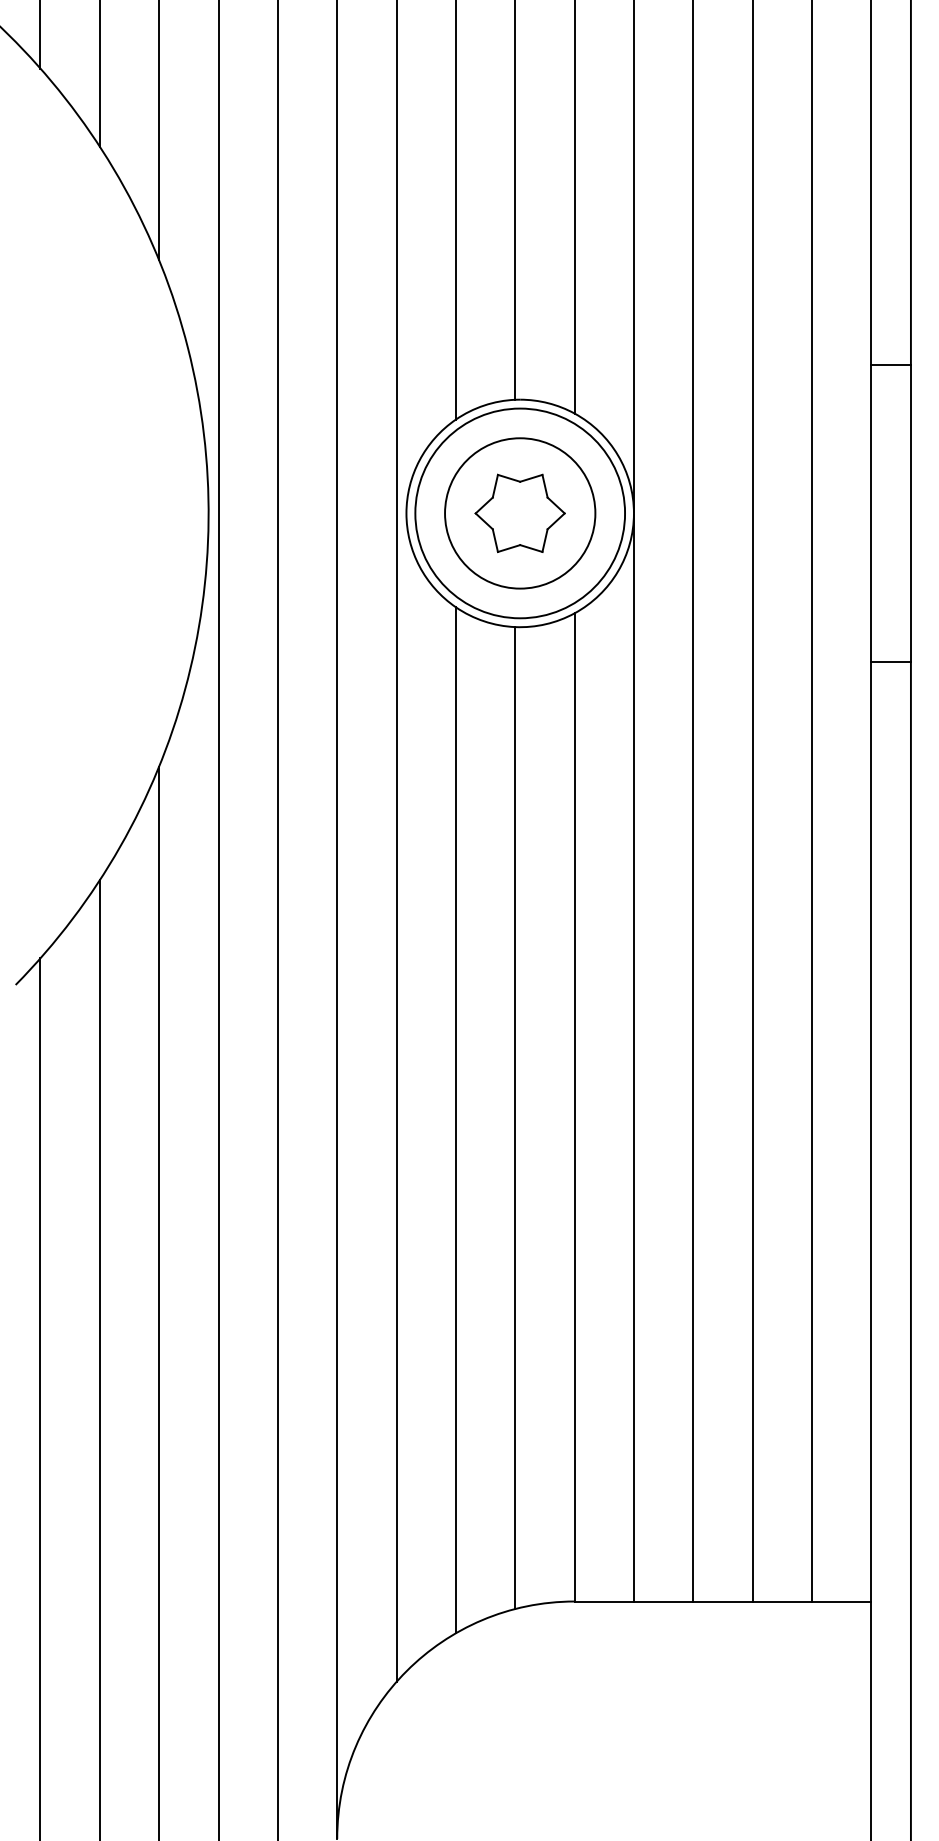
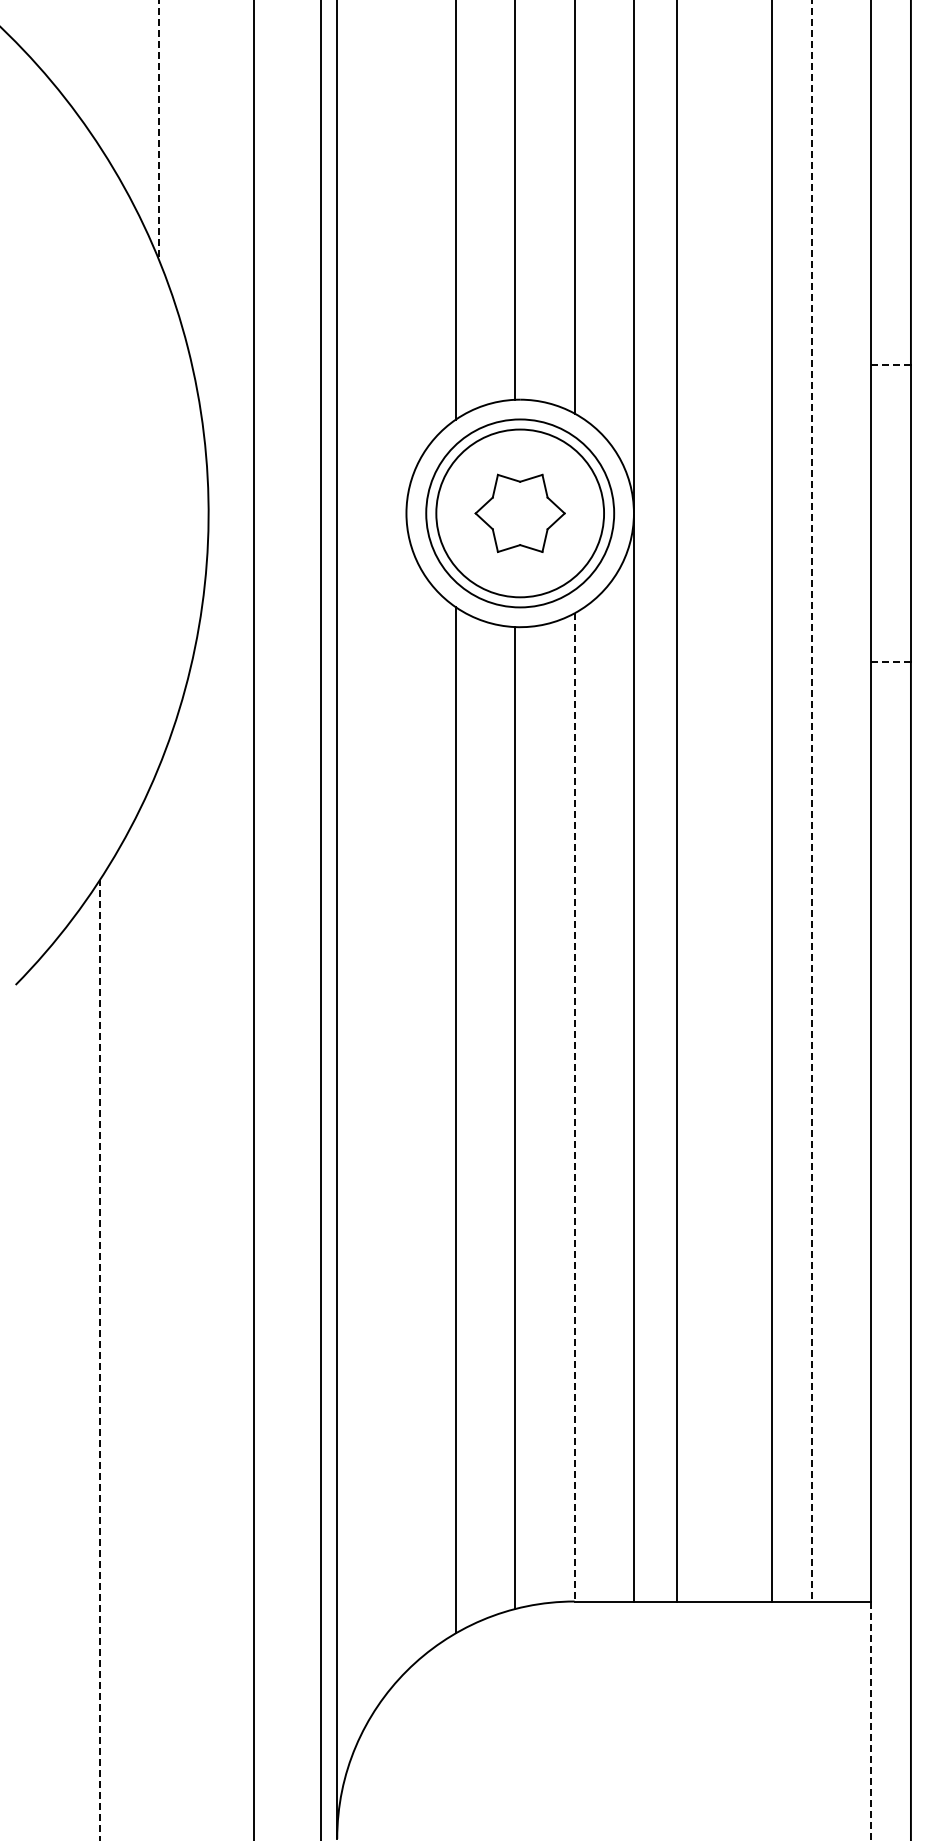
line at (40, 35): present -> none
line at (99, 74): present -> none
line at (159, 130): solid -> dashed
line at (891, 365): solid -> dashed
circle at (520, 513) diameter: 150 px -> 188 px
circle at (520, 513) diameter: 210 px -> 168 px
line at (891, 661): solid -> dashed
line at (812, 800): solid -> dashed
line at (693, 801) position: (693, 801) -> (677, 801)
line at (752, 801) position: (752, 801) -> (771, 801)
line at (396, 841): present -> none
line at (218, 919) position: (218, 919) -> (253, 919)
line at (277, 919) position: (277, 919) -> (320, 919)
line at (574, 1107): solid -> dashed
line at (159, 1301): present -> none
line at (99, 1360): solid -> dashed
line at (40, 1397): present -> none
line at (871, 1721): solid -> dashed
